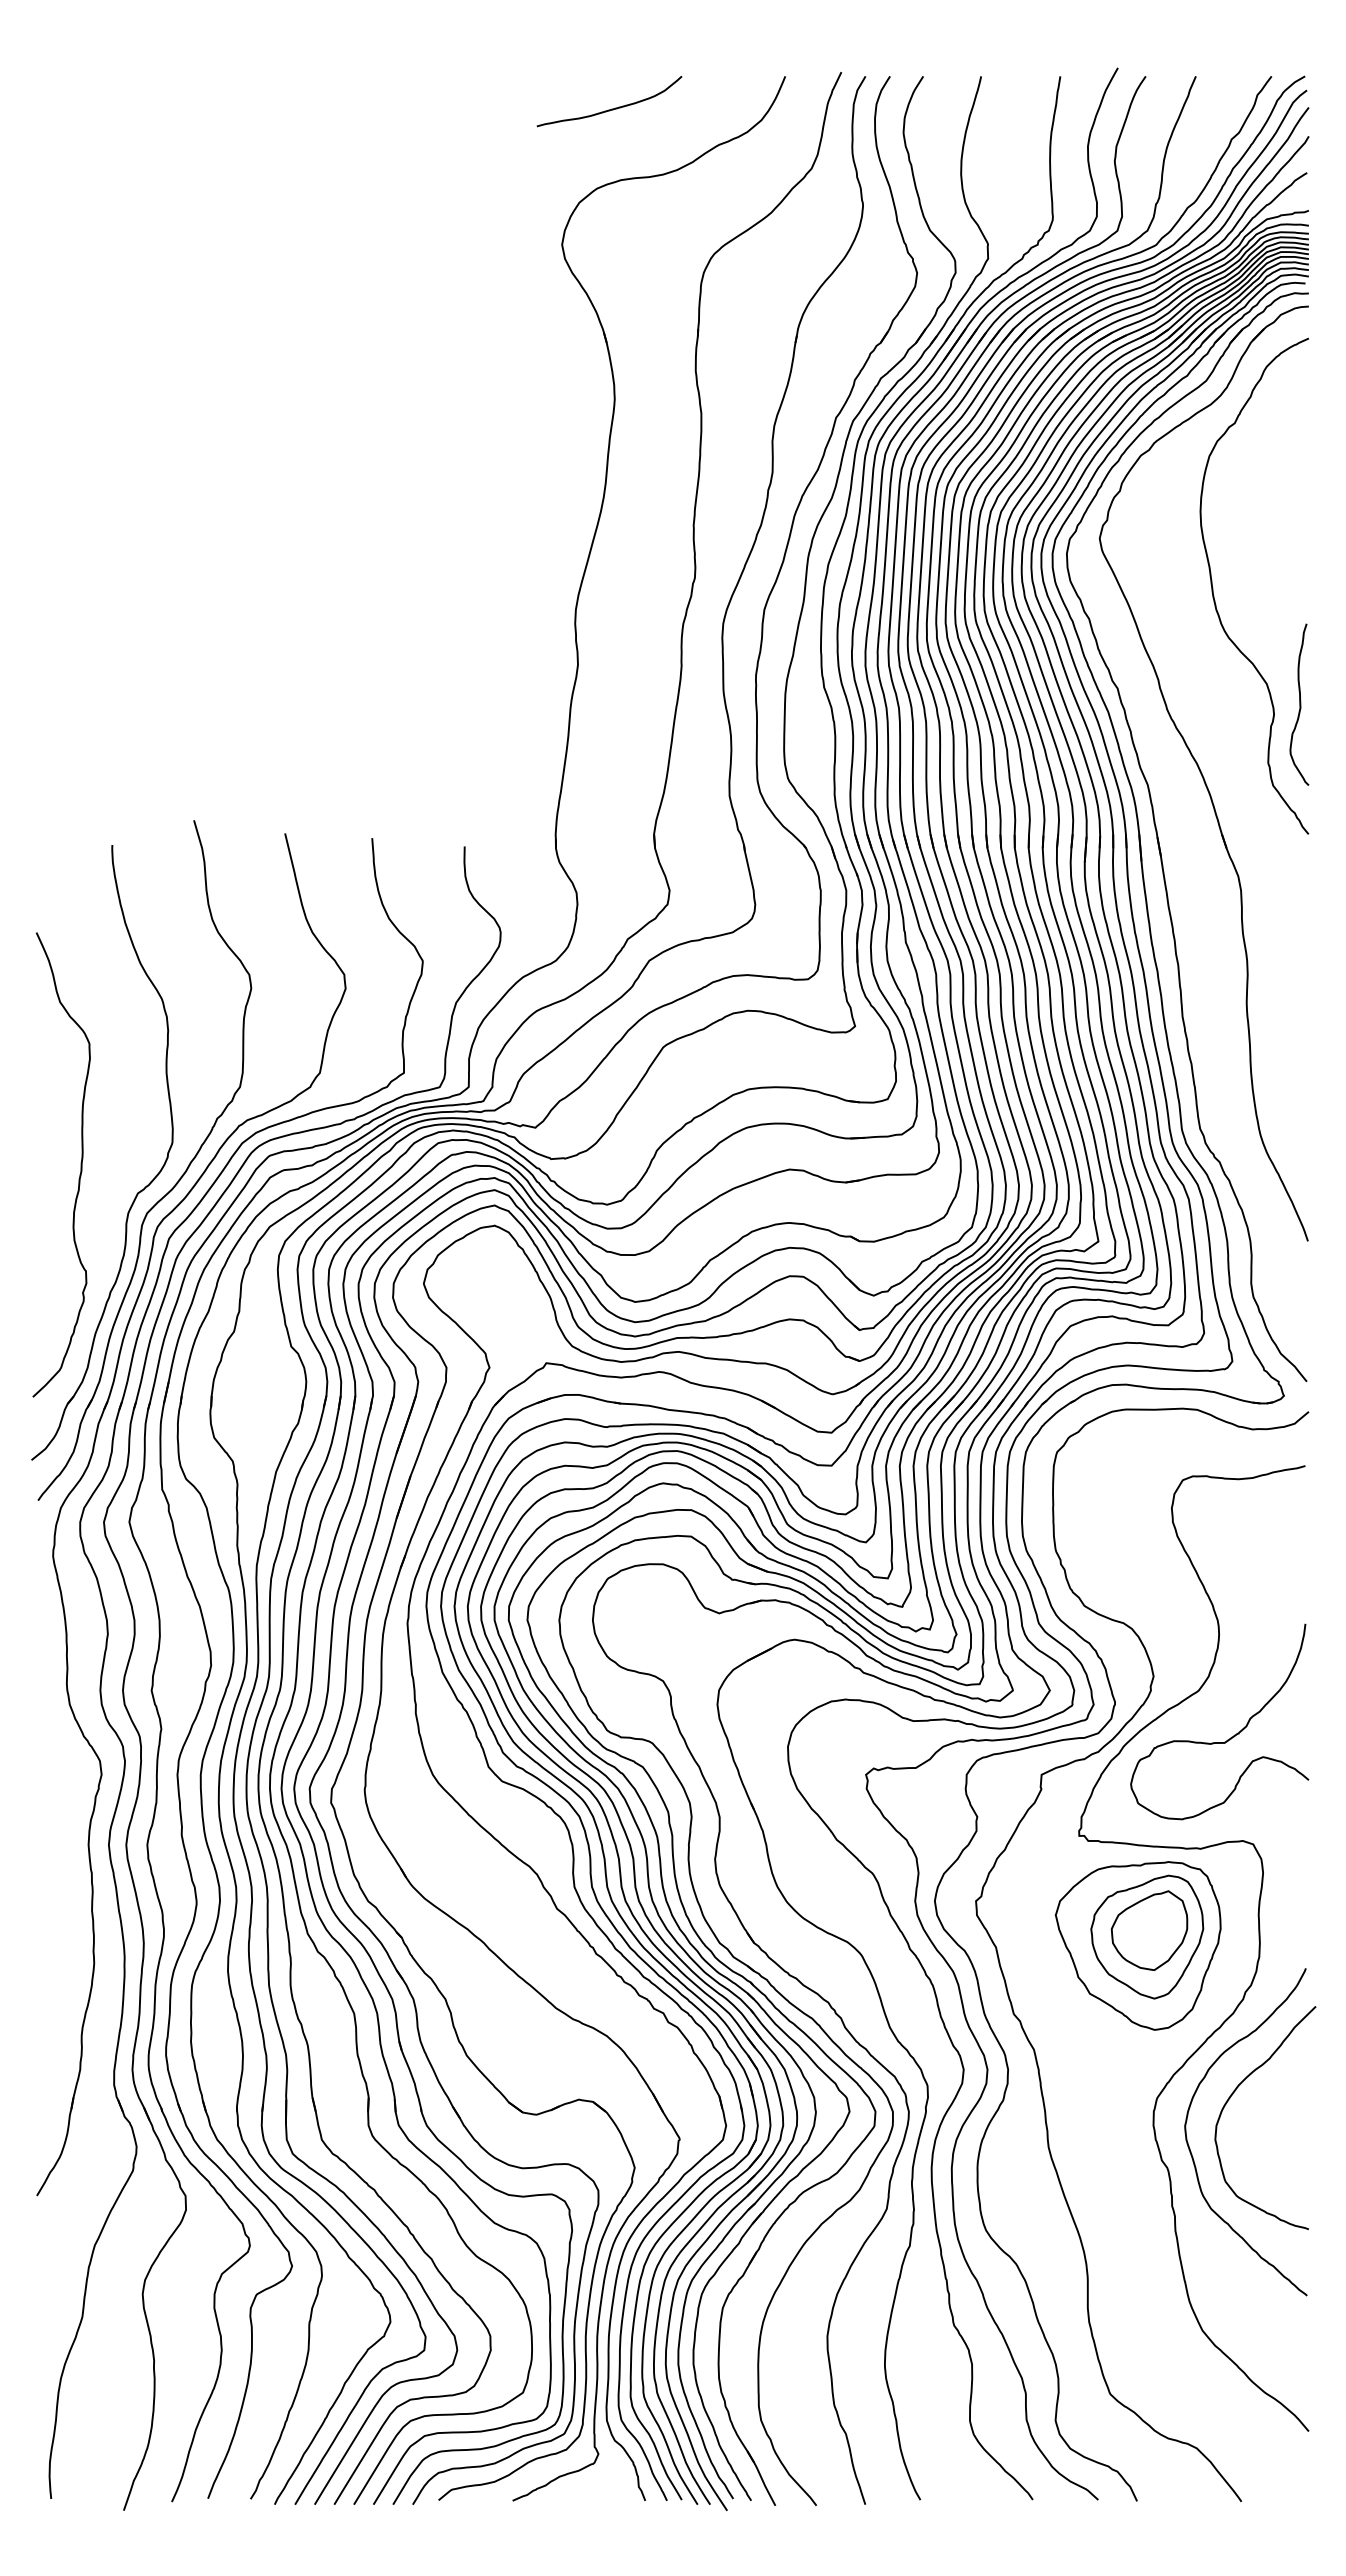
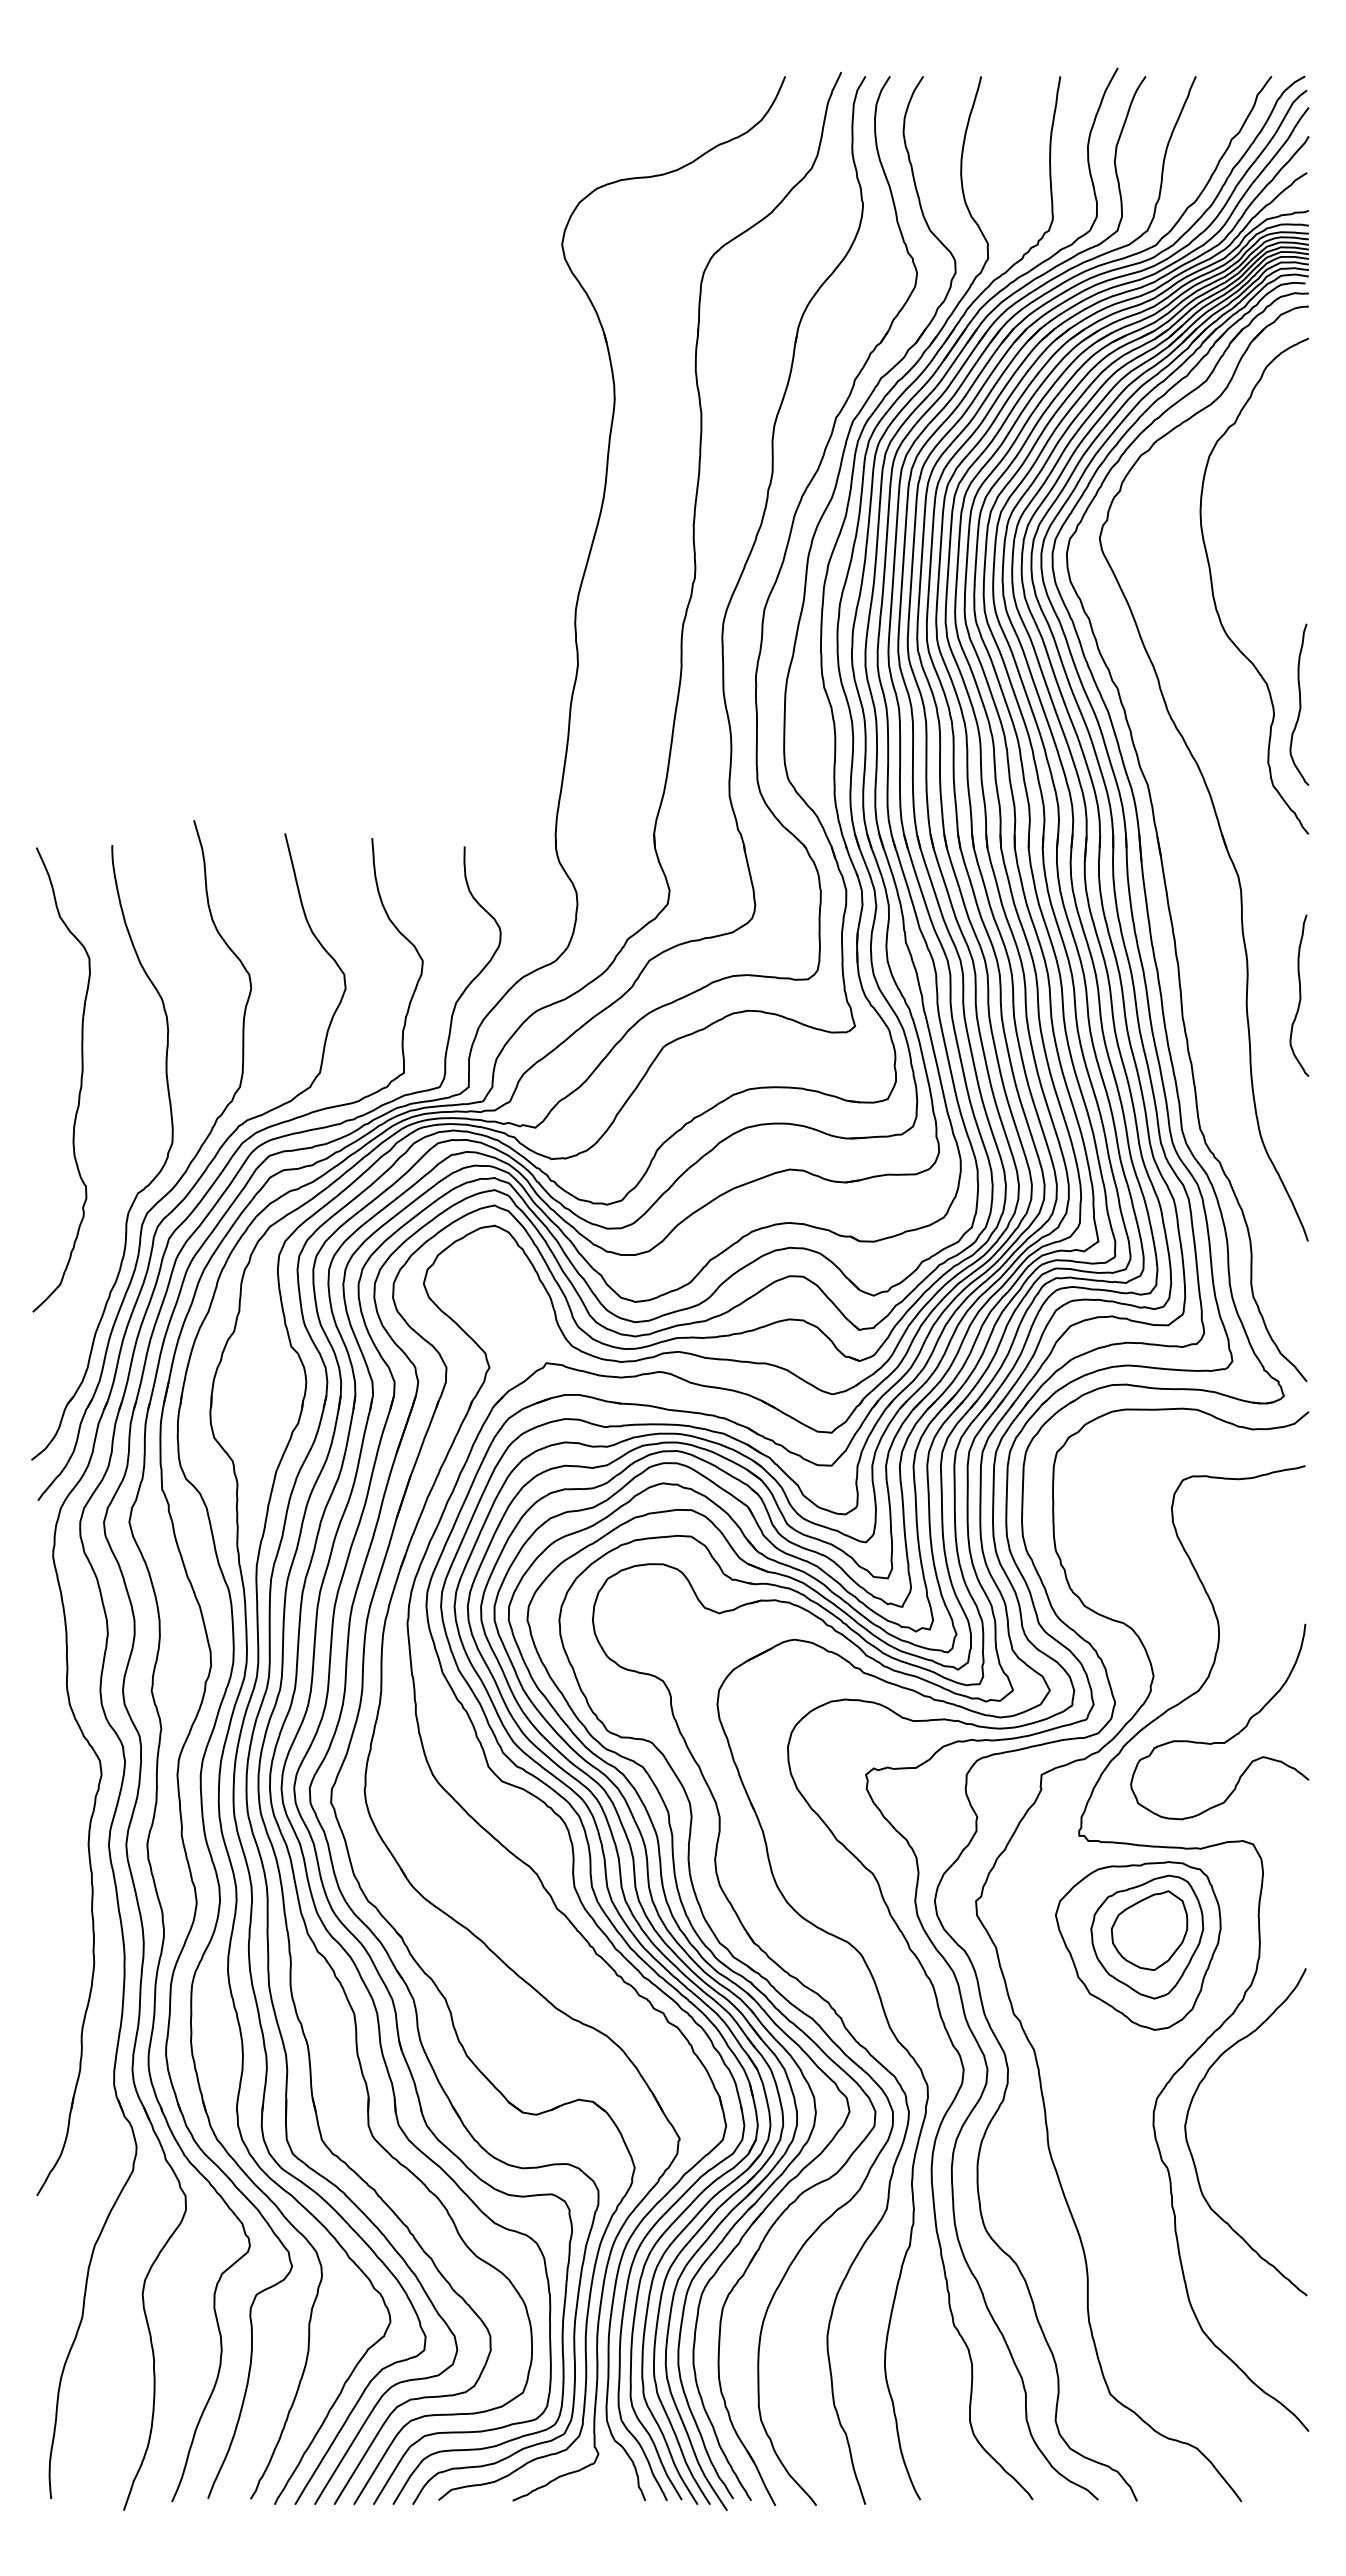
curve at (611, 108): present -> none
curve at (1299, 995): none -> present
curve at (80, 1164) position: (80, 1164) -> (80, 1079)
curve at (1233, 2094): present -> none
